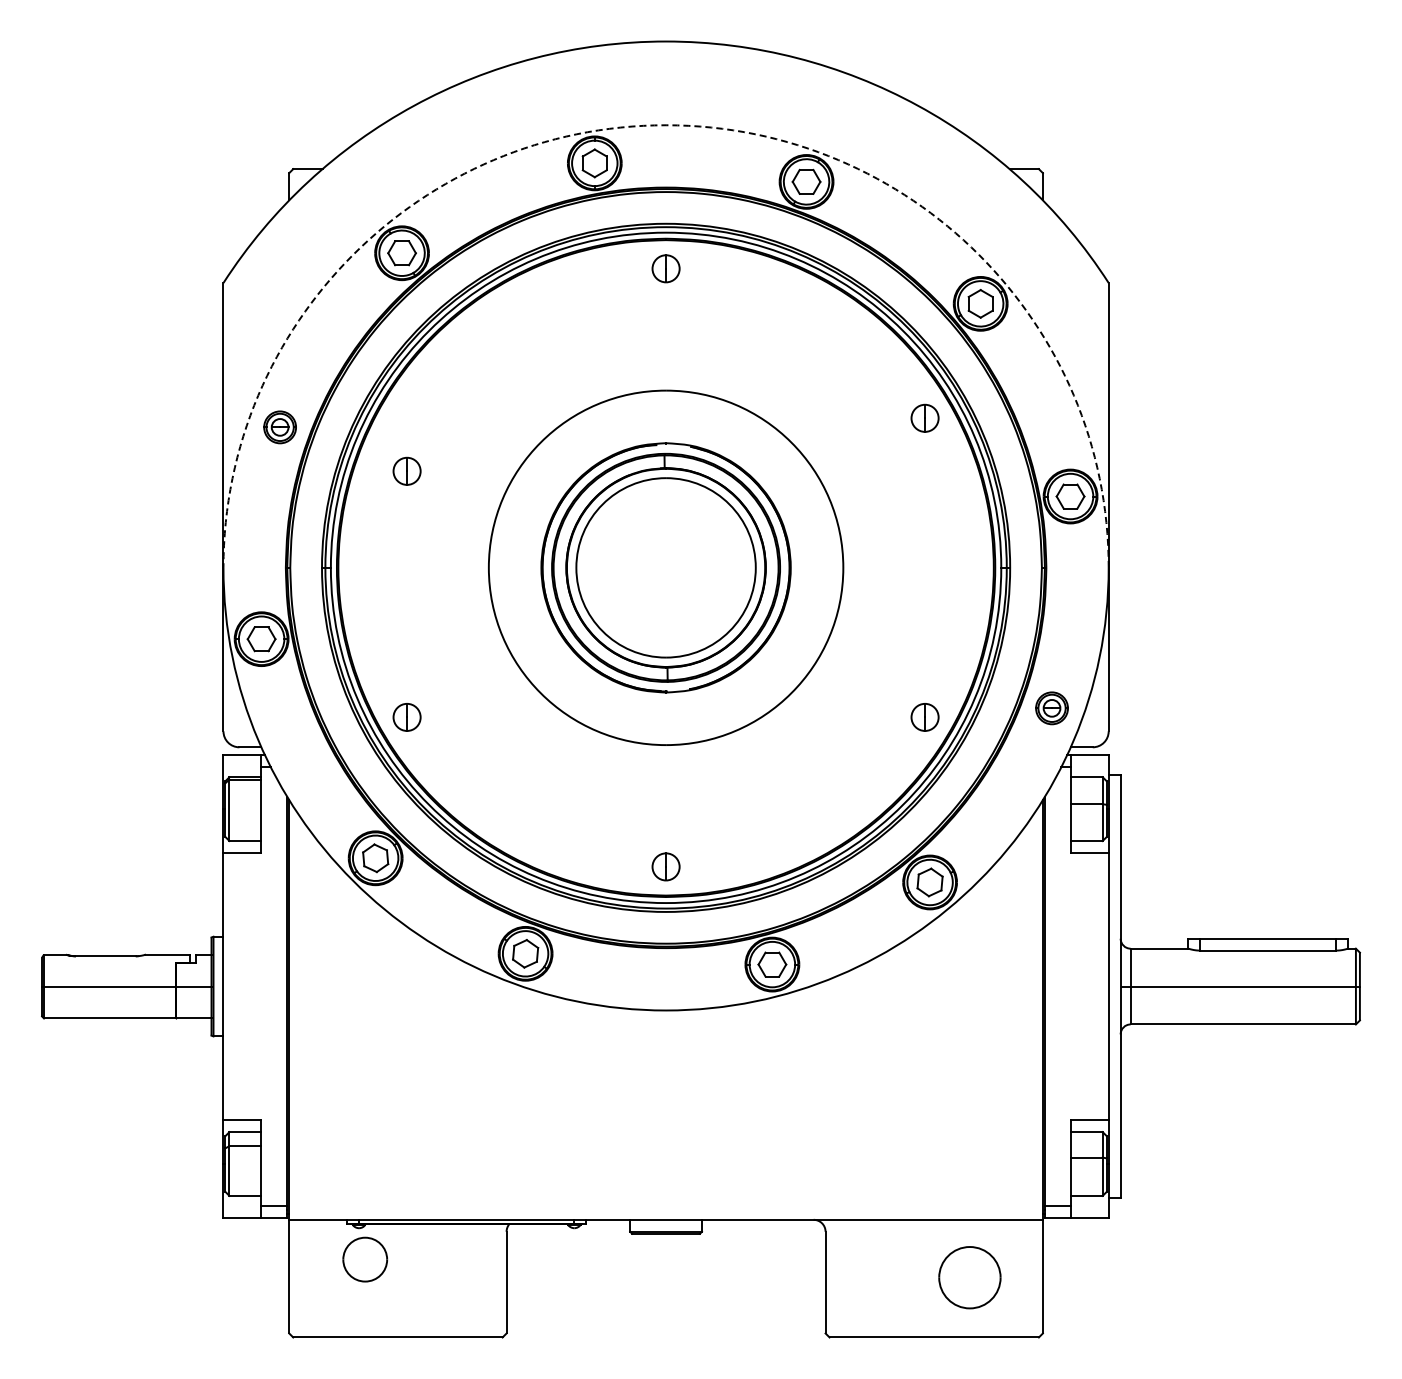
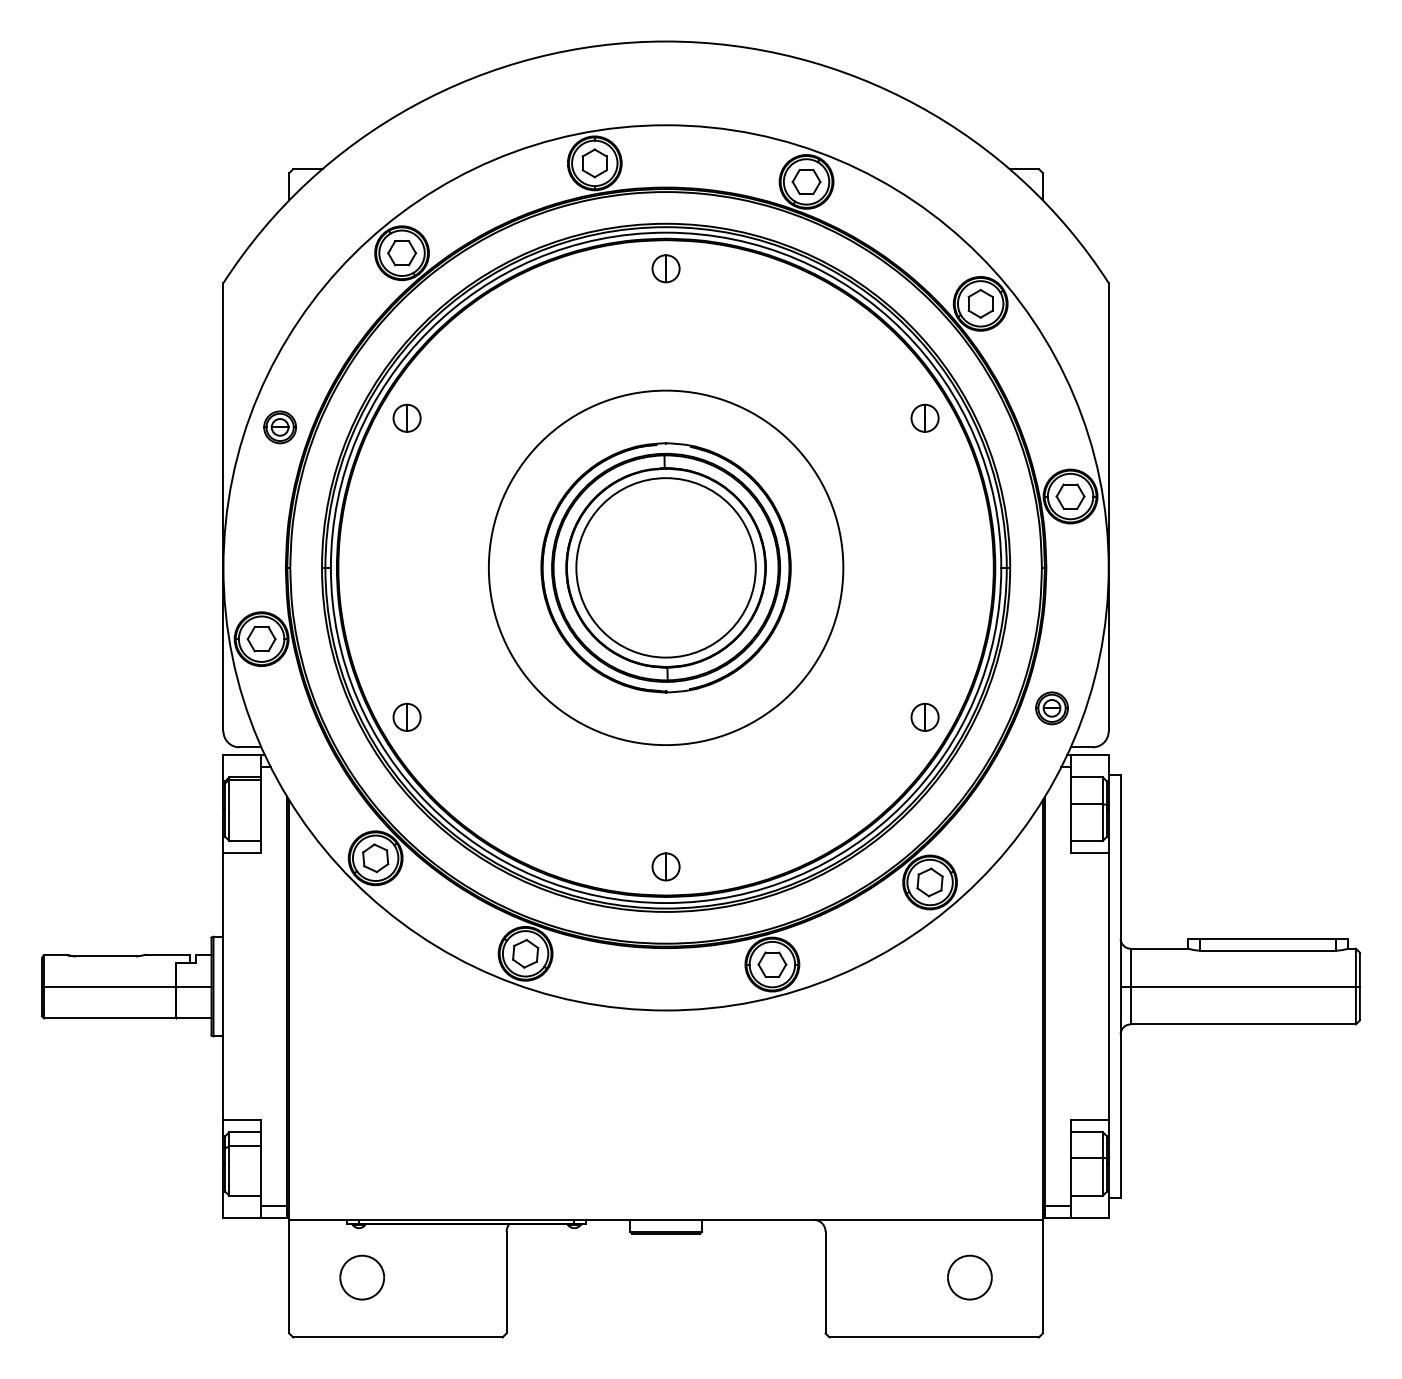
arc at (666, 125): dashed -> solid
part at (406, 470) position: (406, 470) -> (406, 417)
part at (365, 1259) position: (365, 1259) -> (362, 1277)
part at (969, 1277) size: 64x64 px -> 46x47 px
